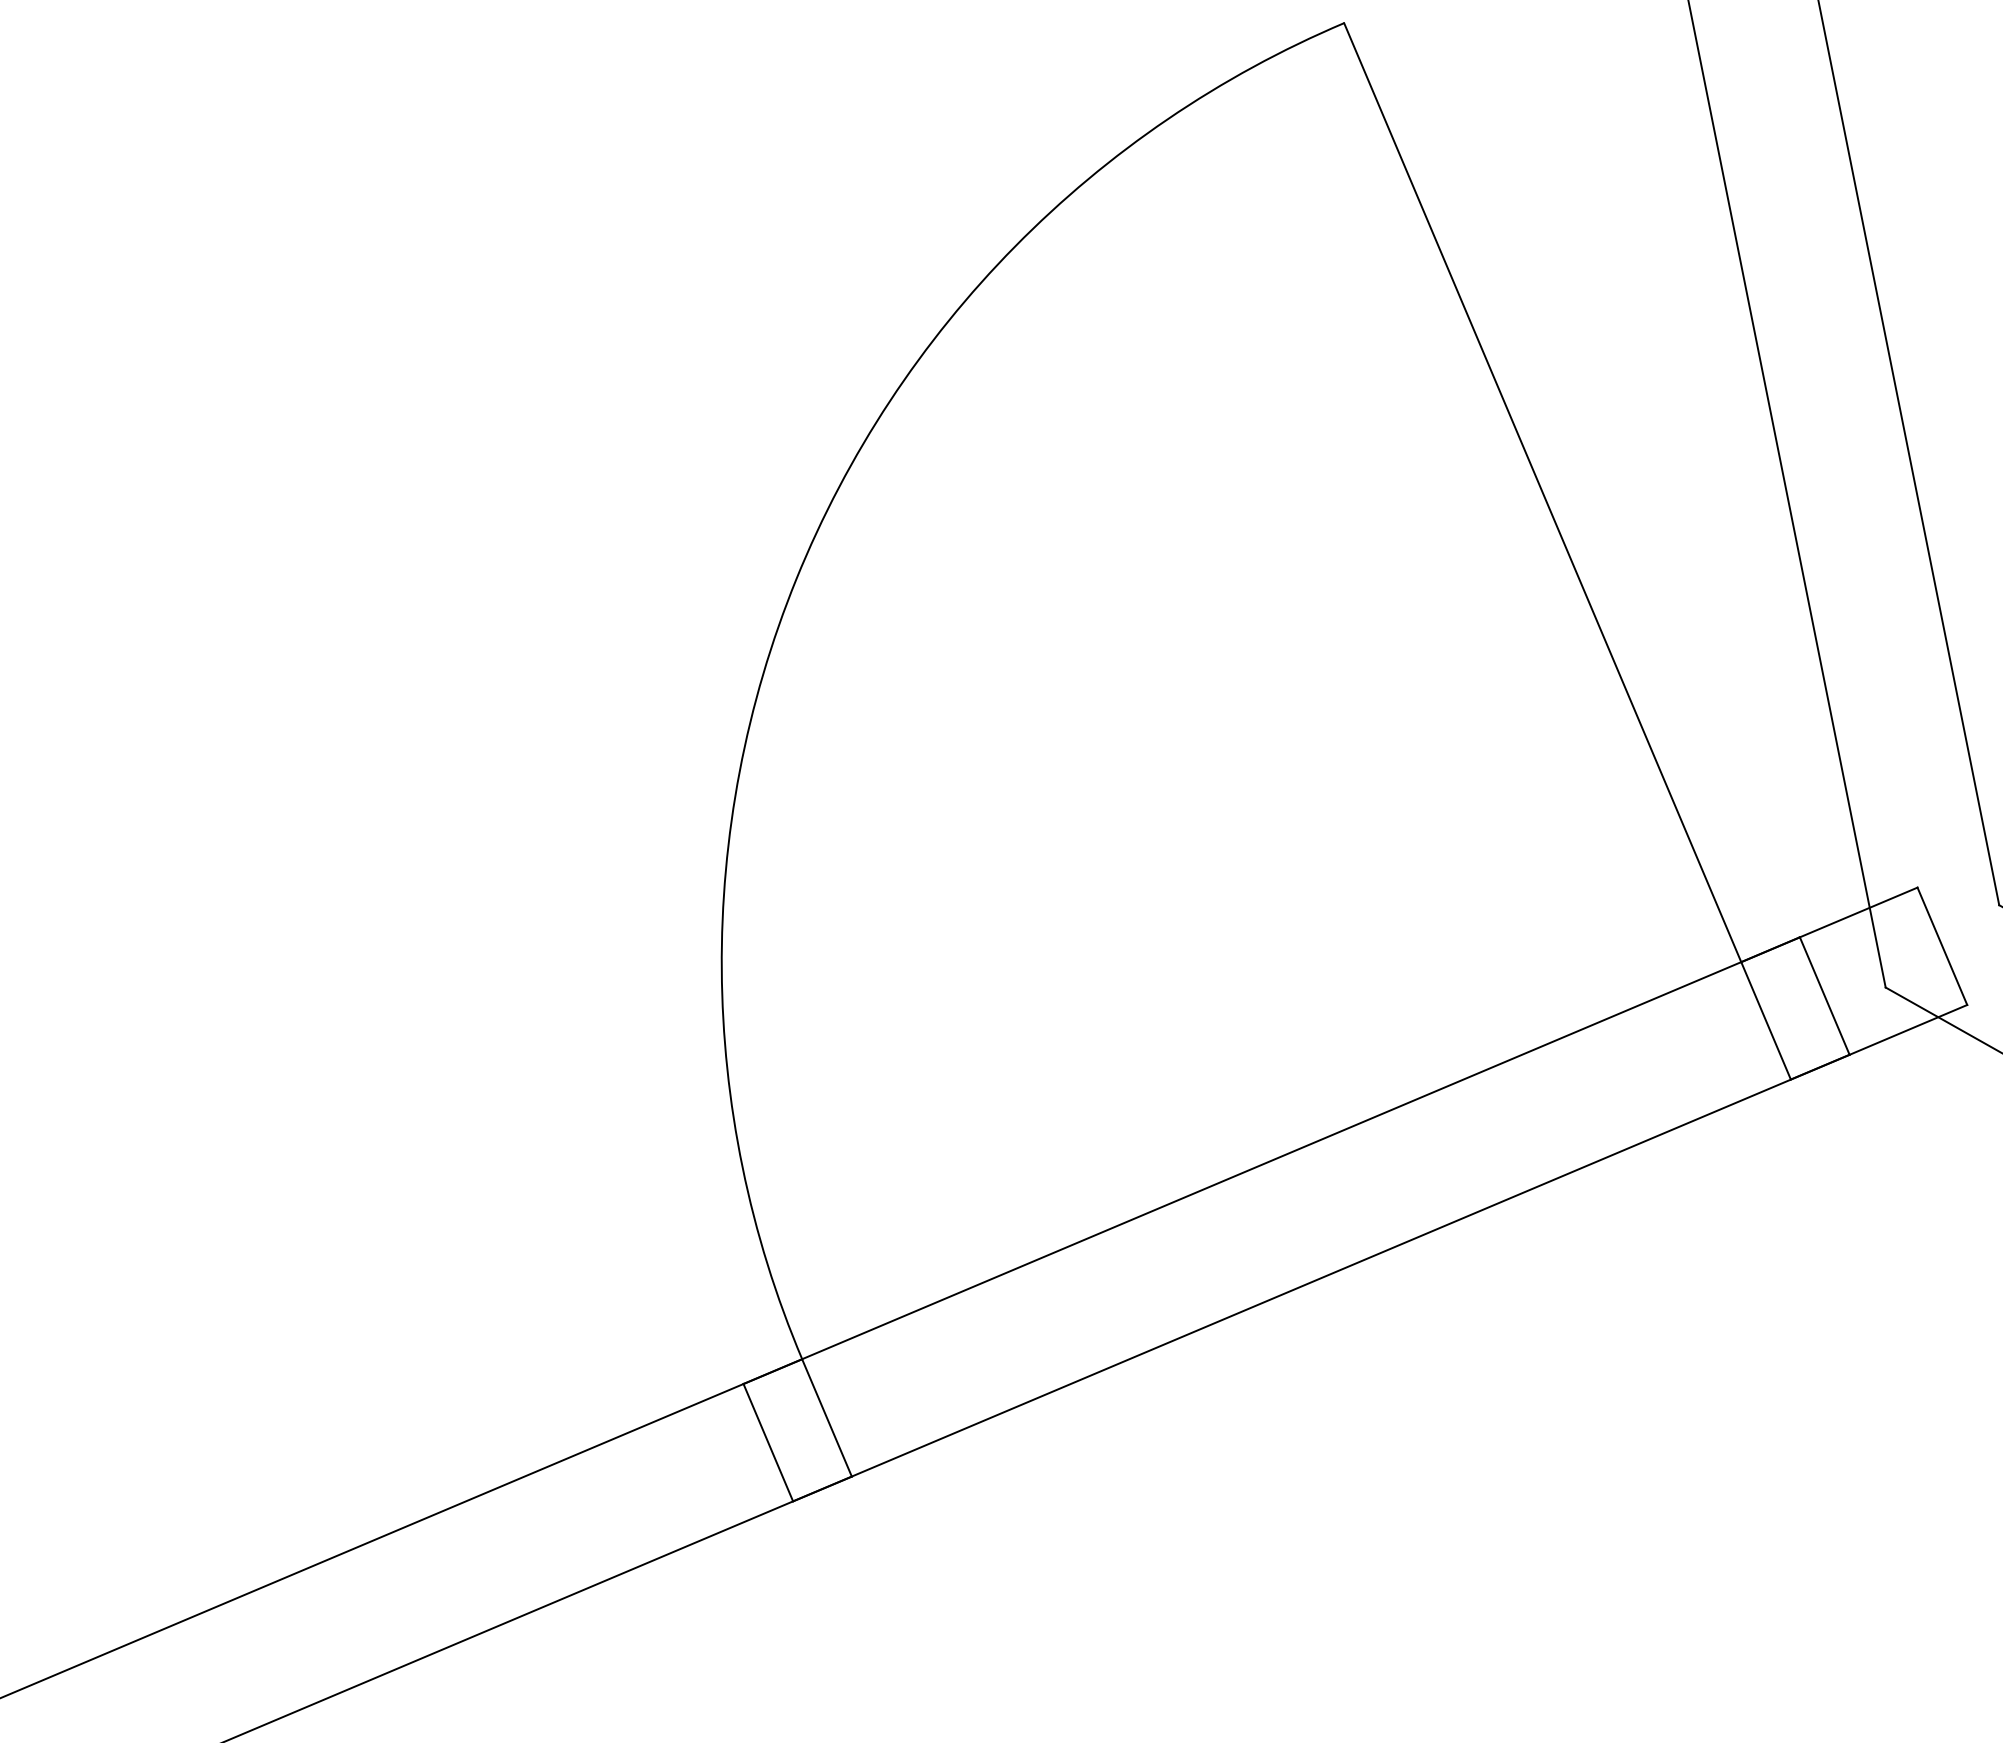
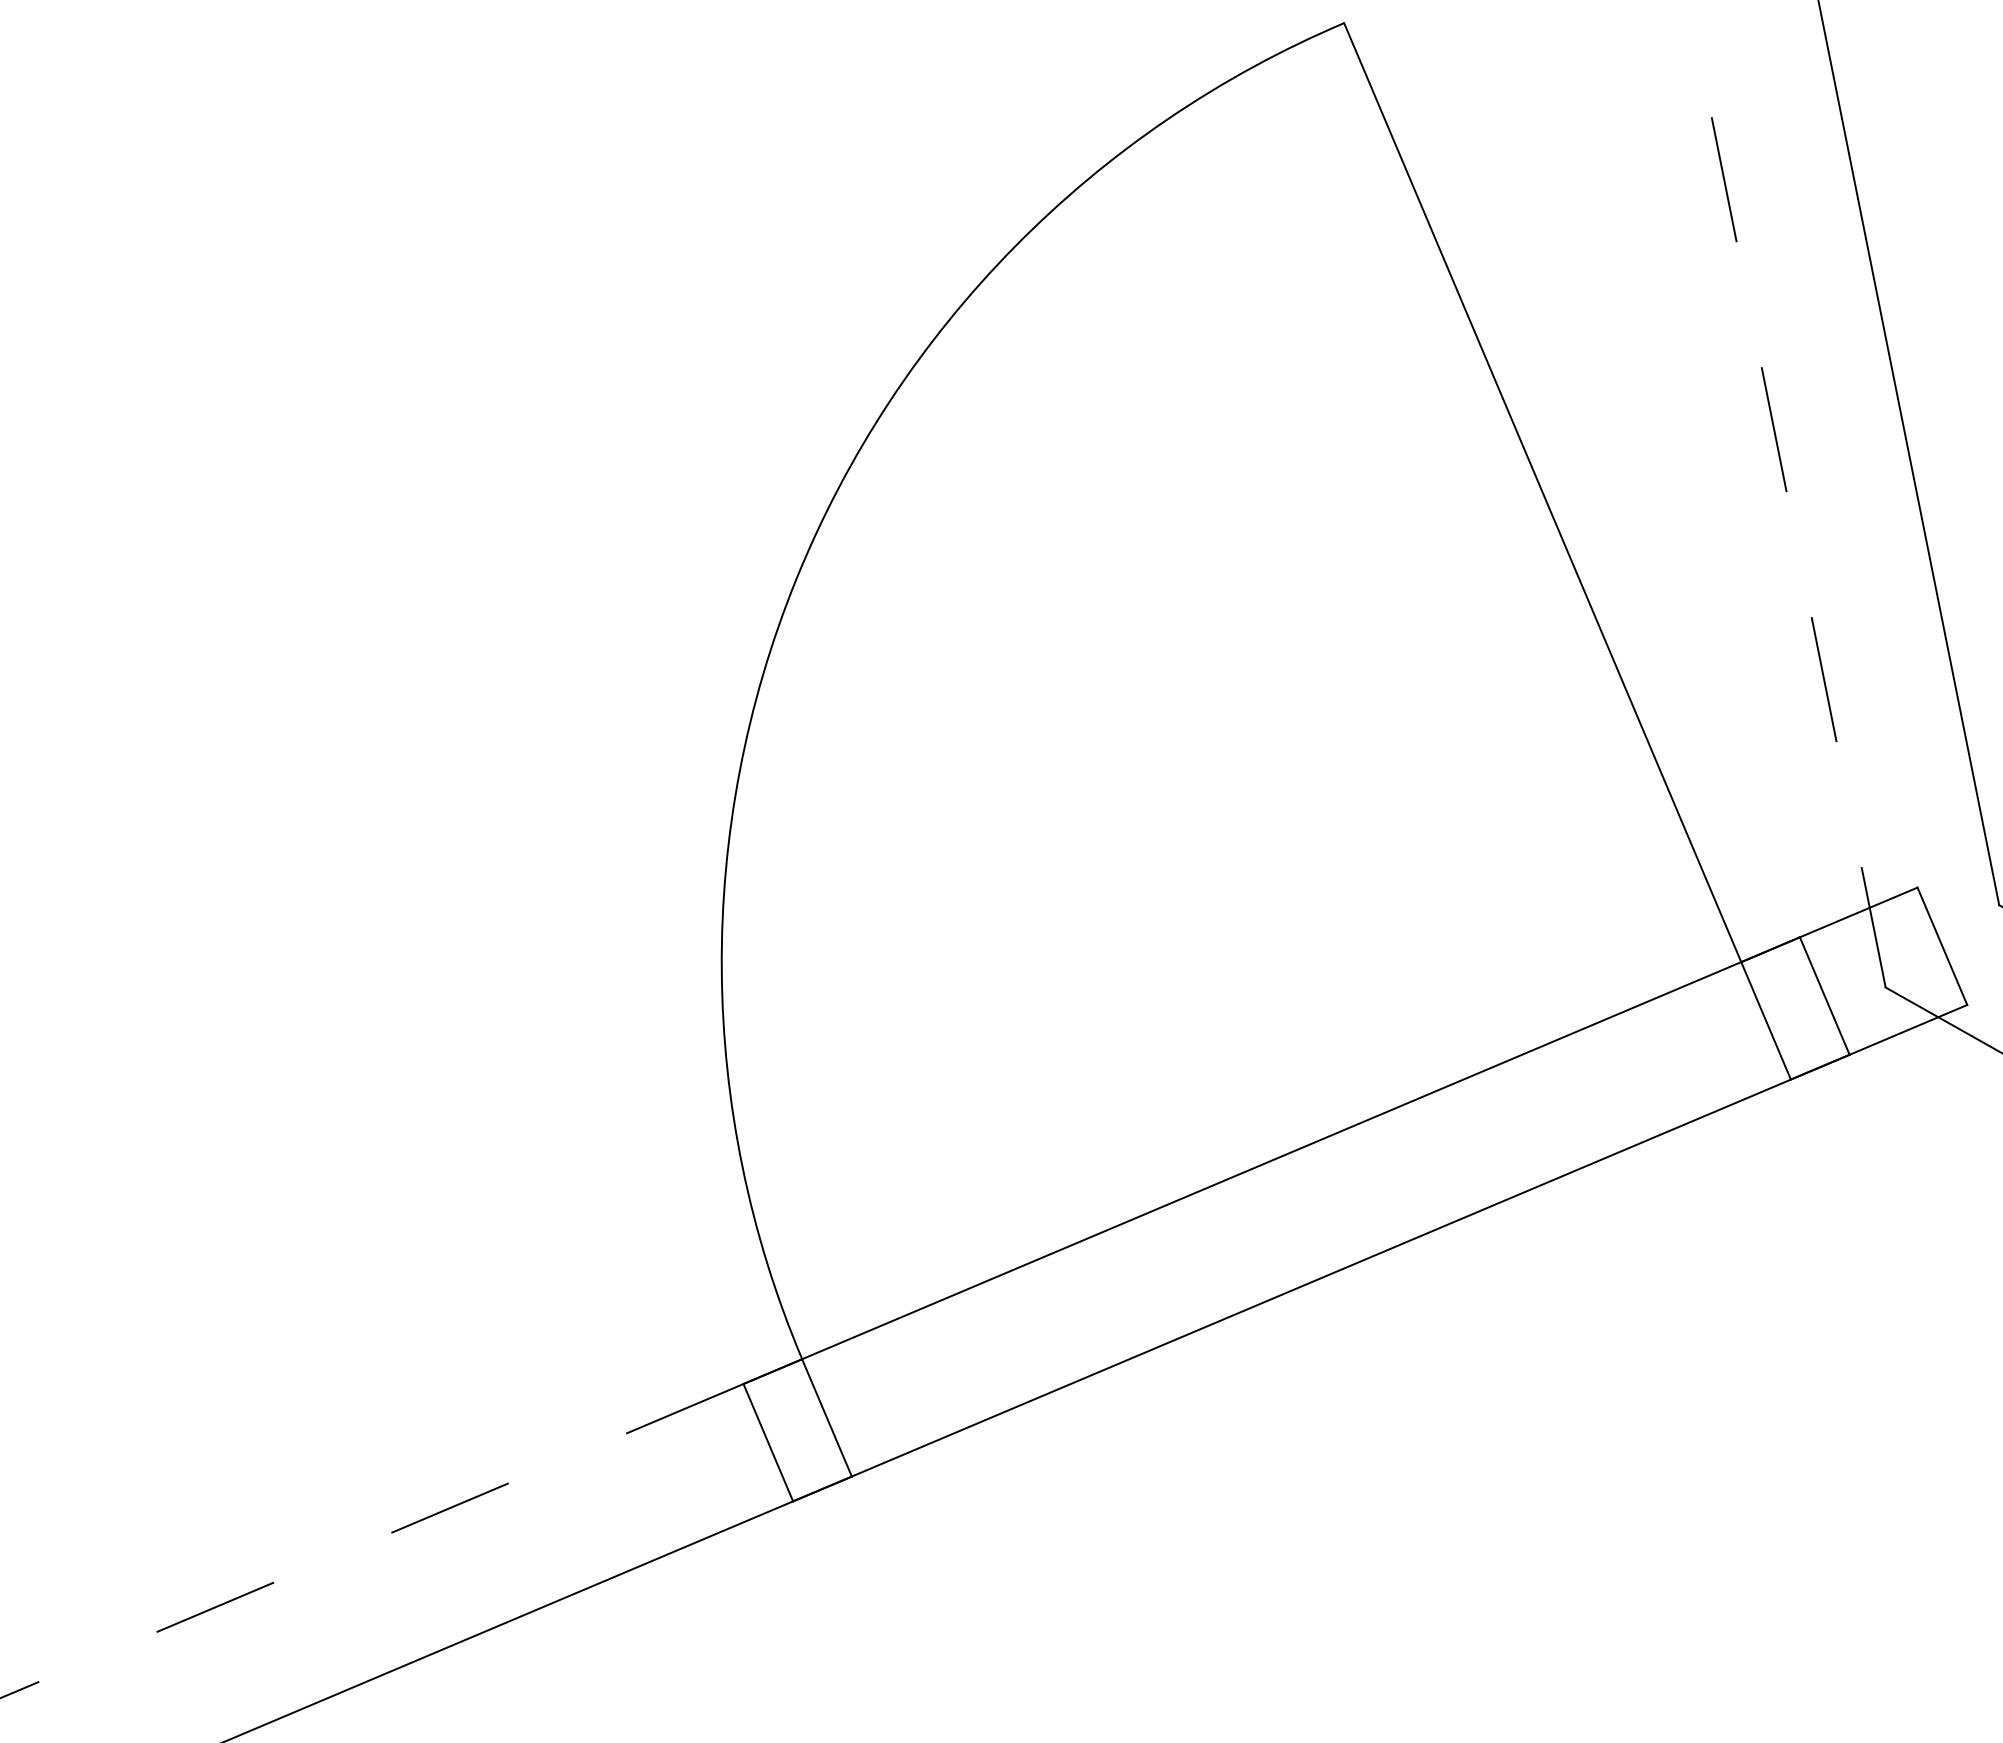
line at (1787, 494): solid -> dashed
line at (371, 1541): solid -> dashed
